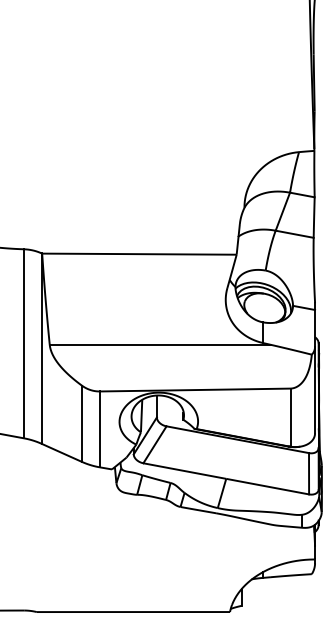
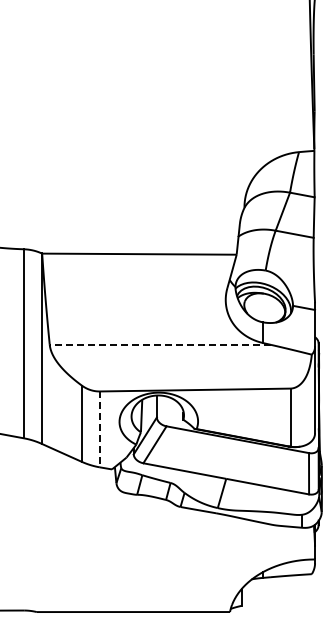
line at (160, 344): solid -> dashed
line at (99, 429): solid -> dashed
